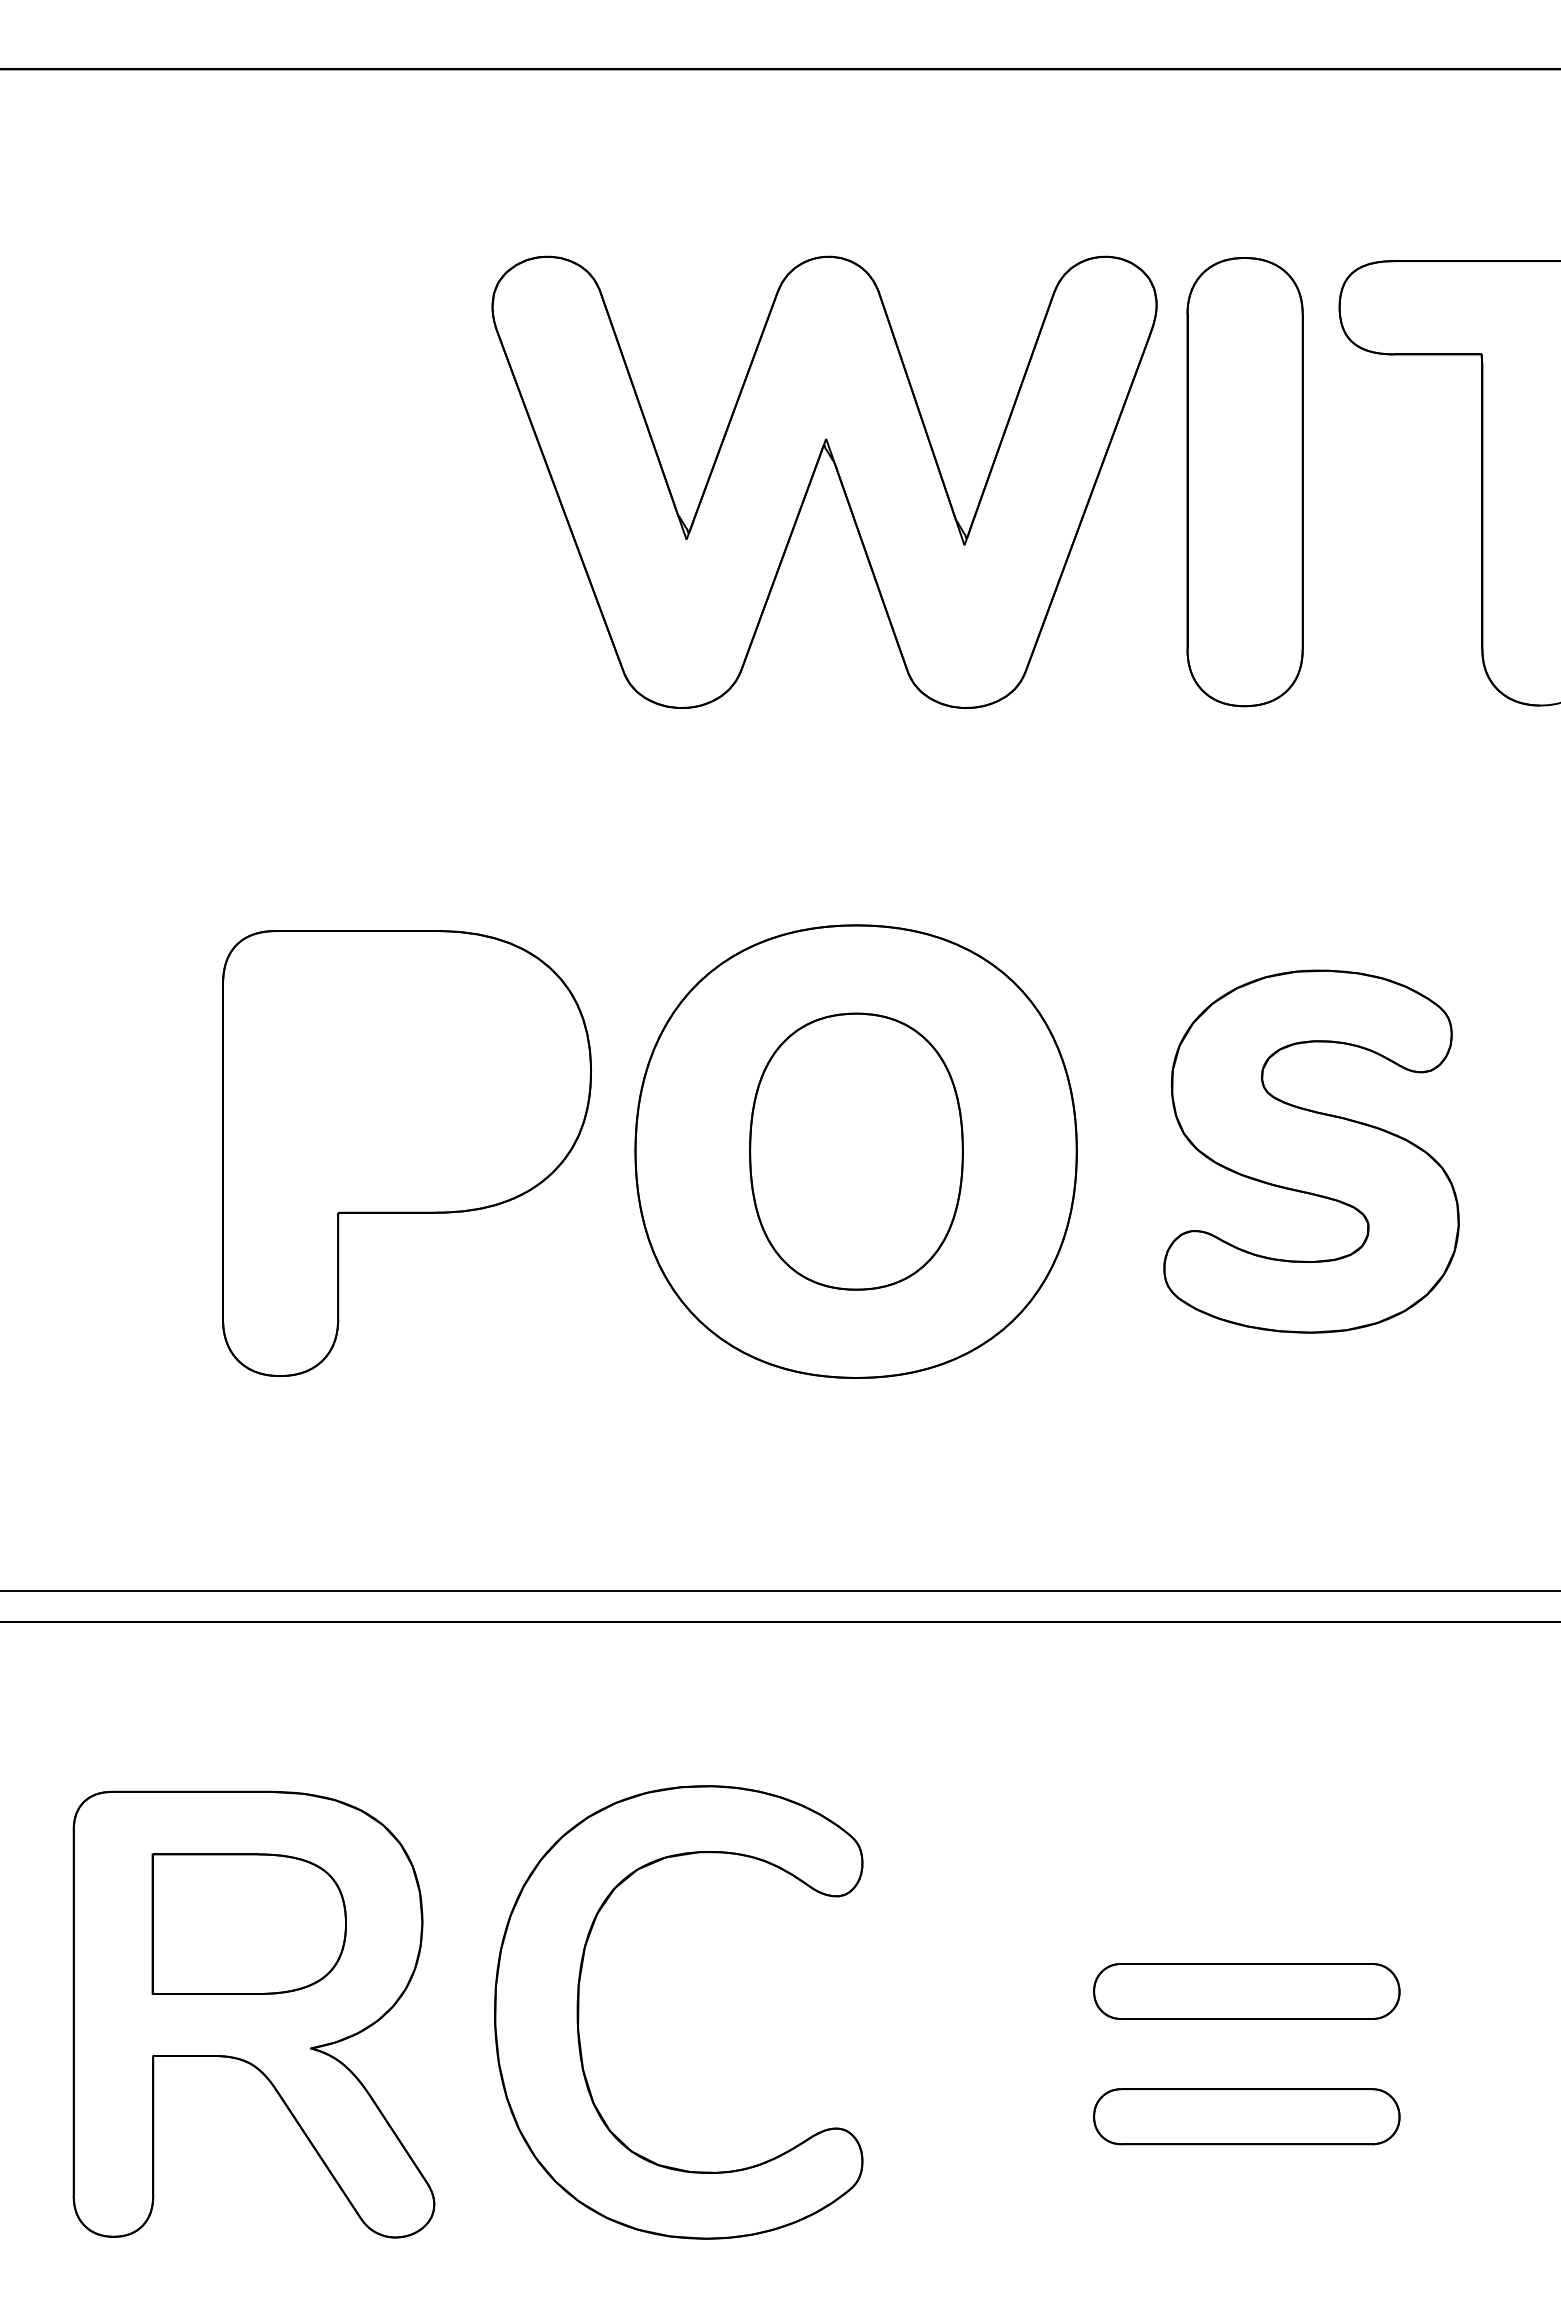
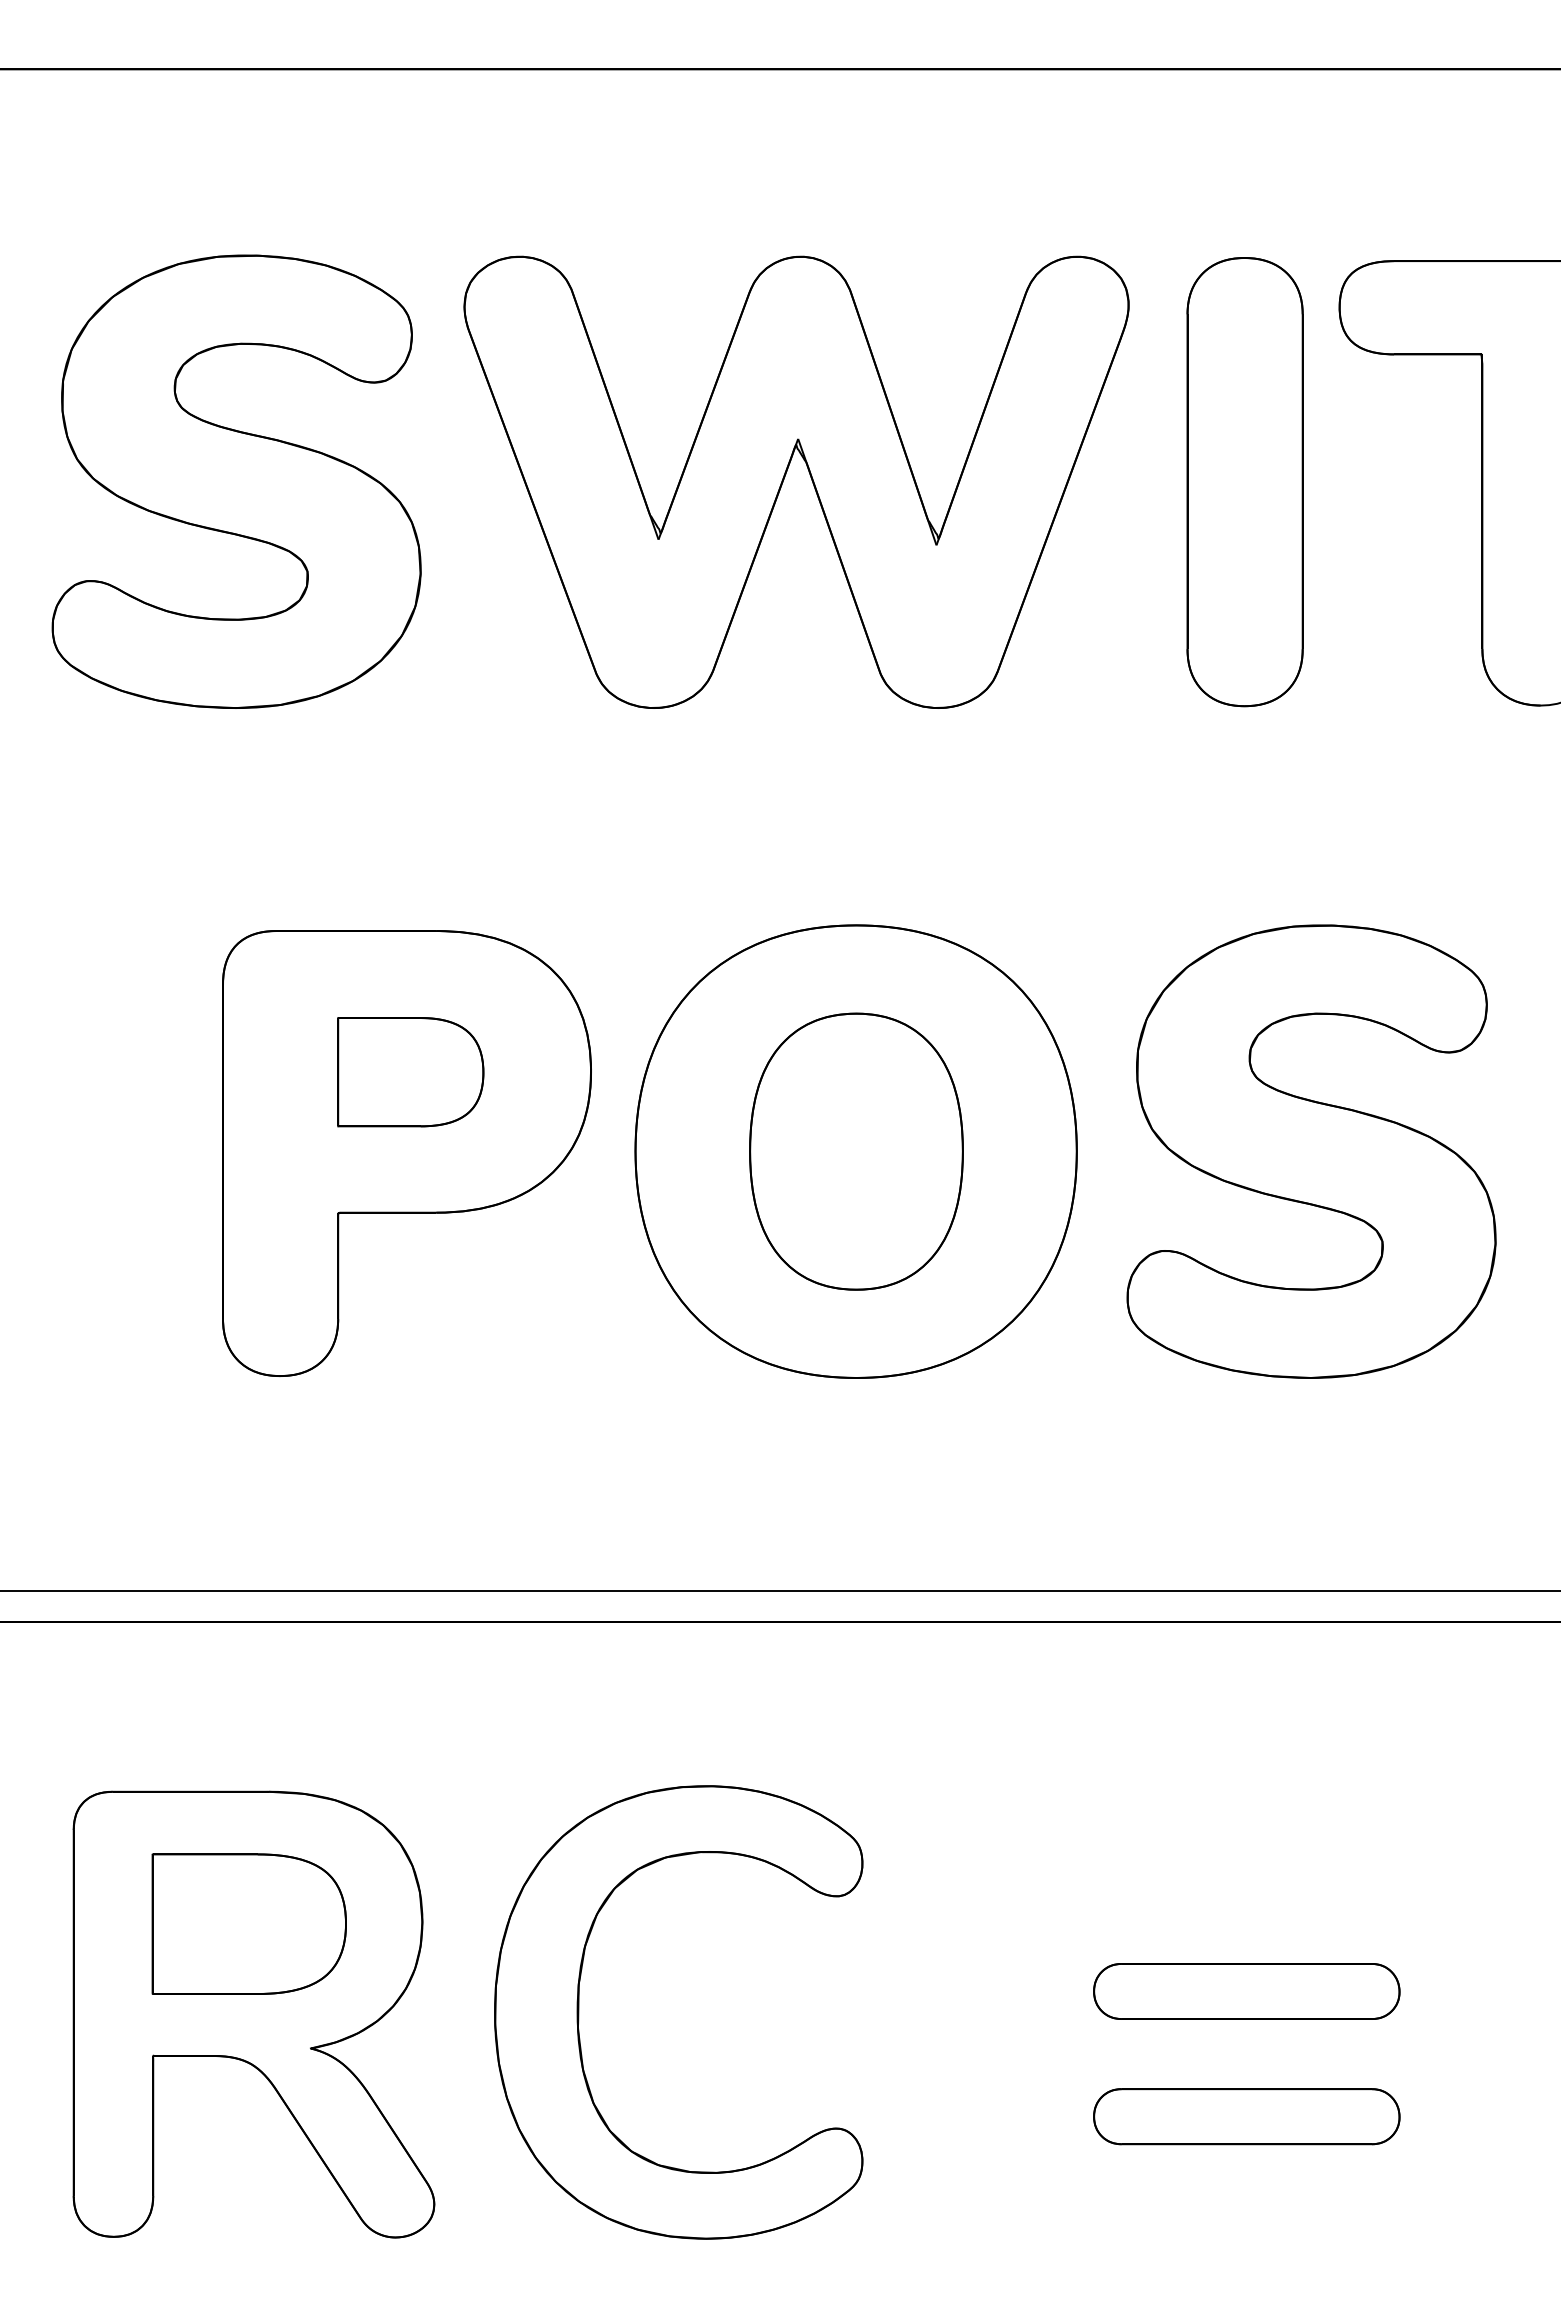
part at (813, 477) position: (813, 477) -> (785, 477)
part at (236, 481): none -> present
part at (410, 1072): none -> present
part at (1311, 1151) size: 297x365 px -> 371x455 px
